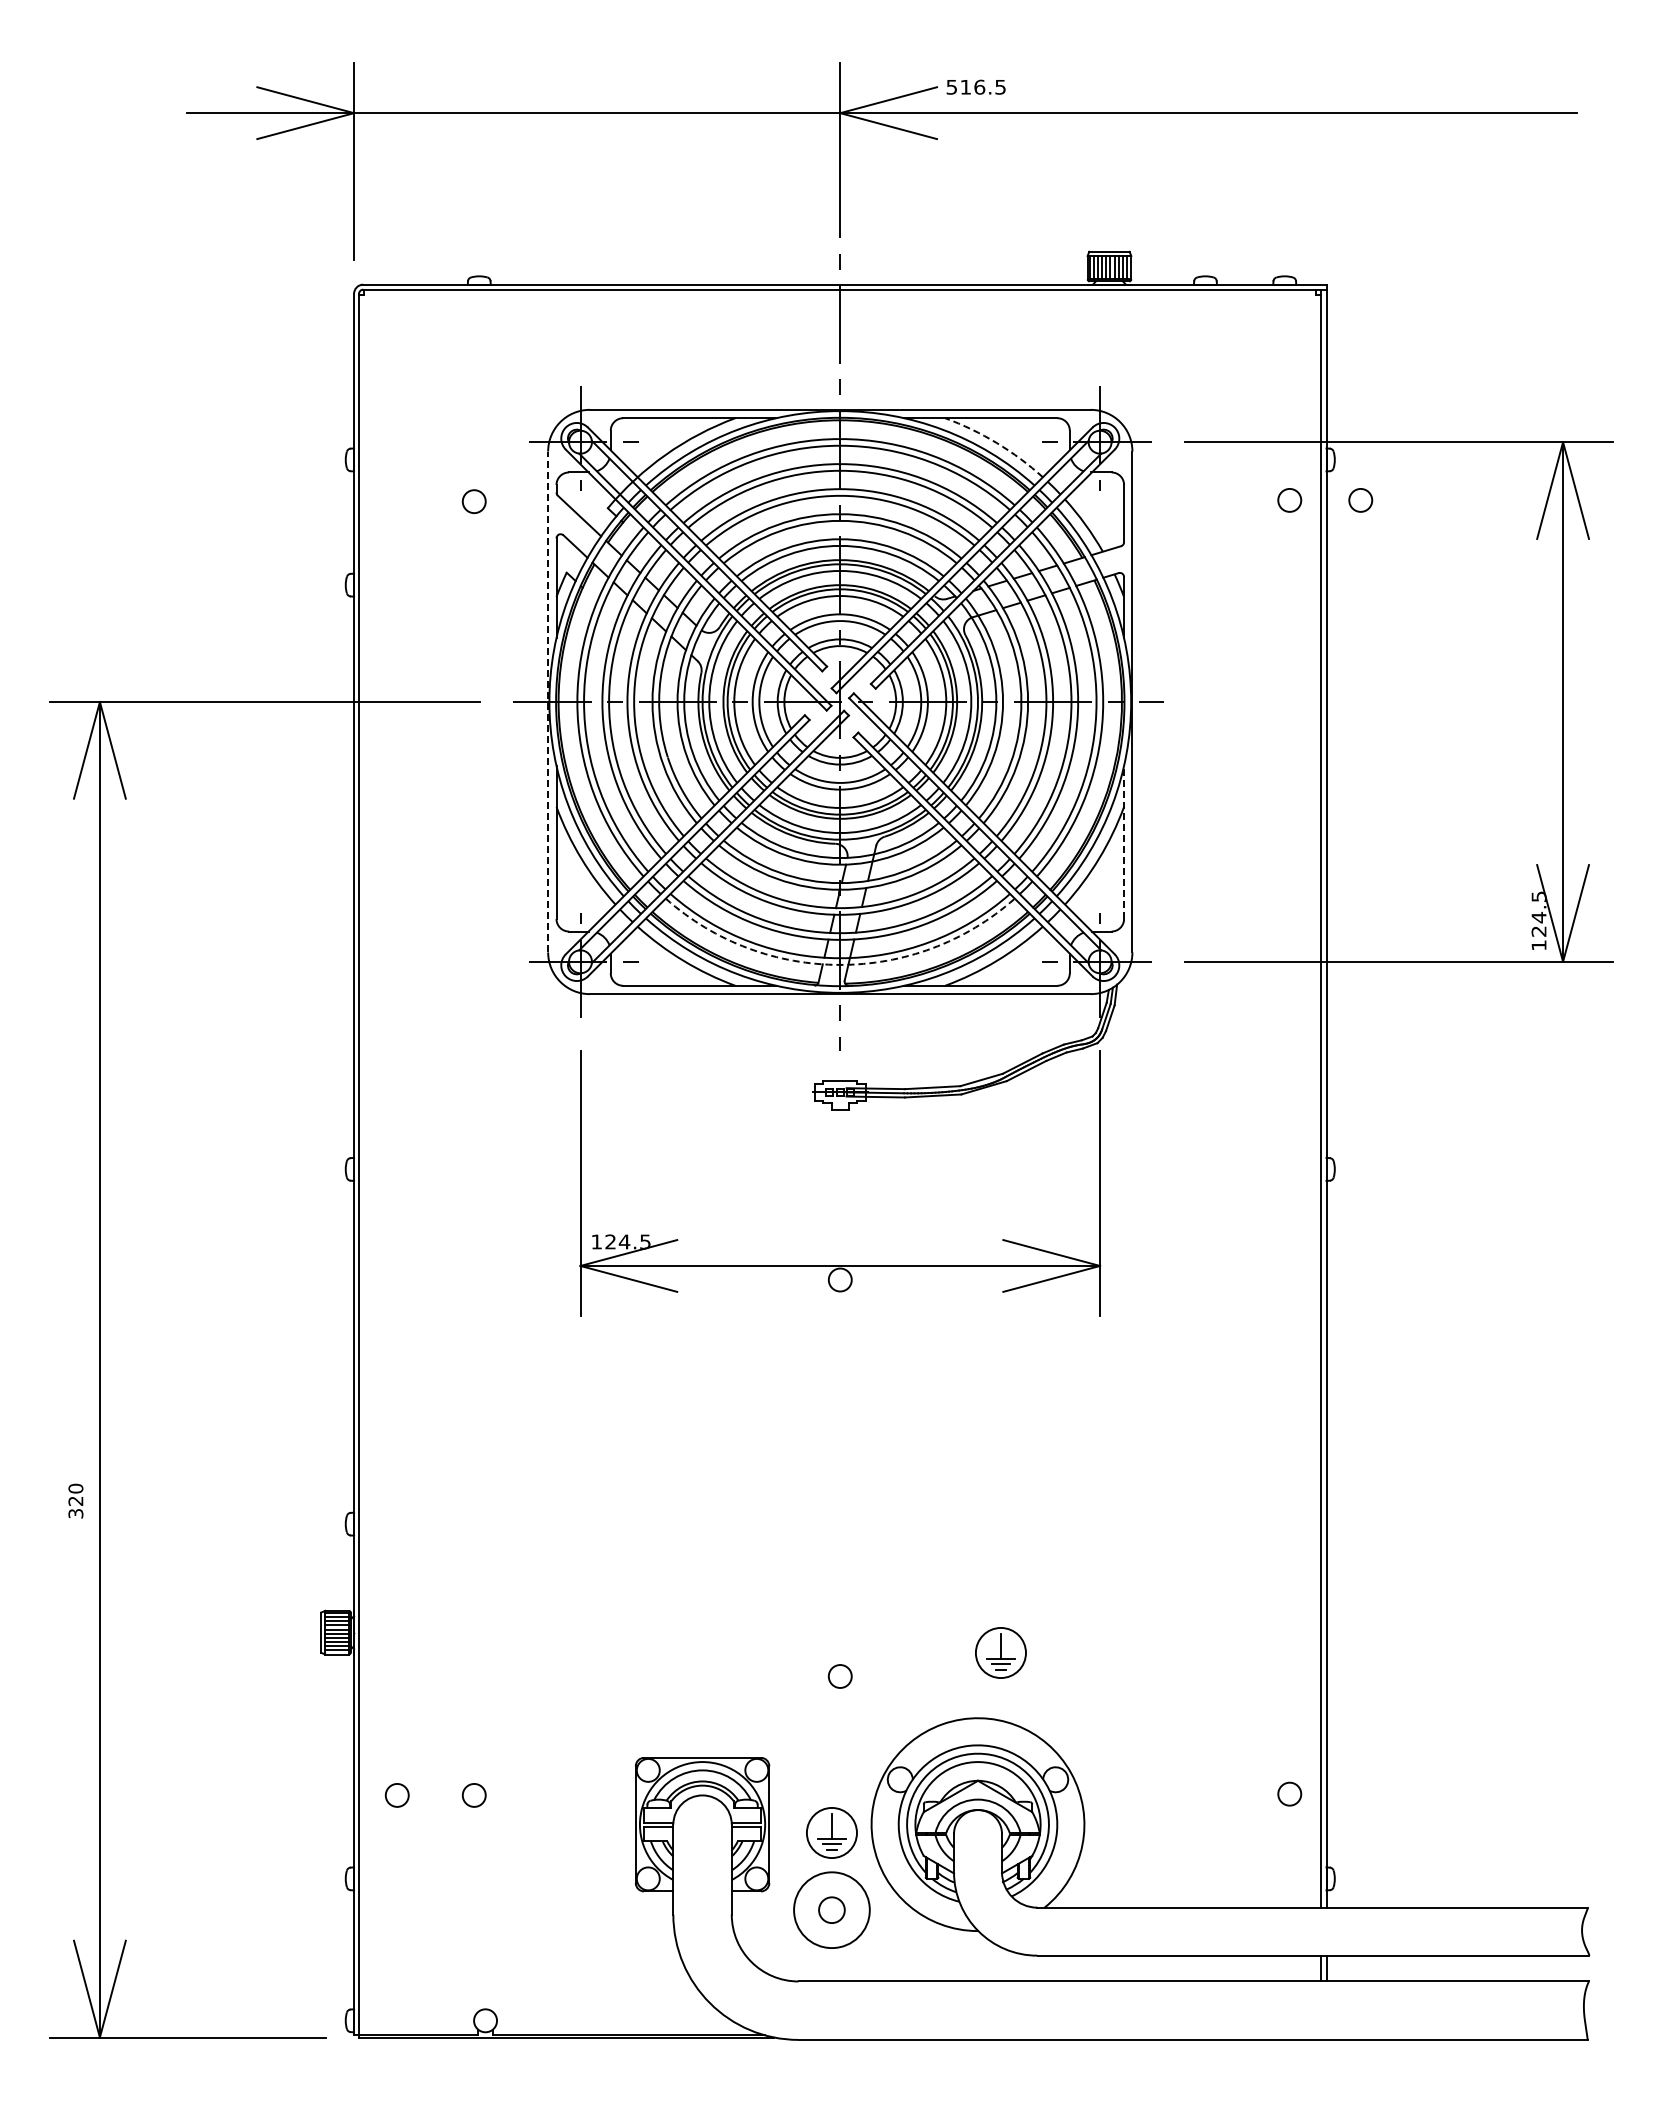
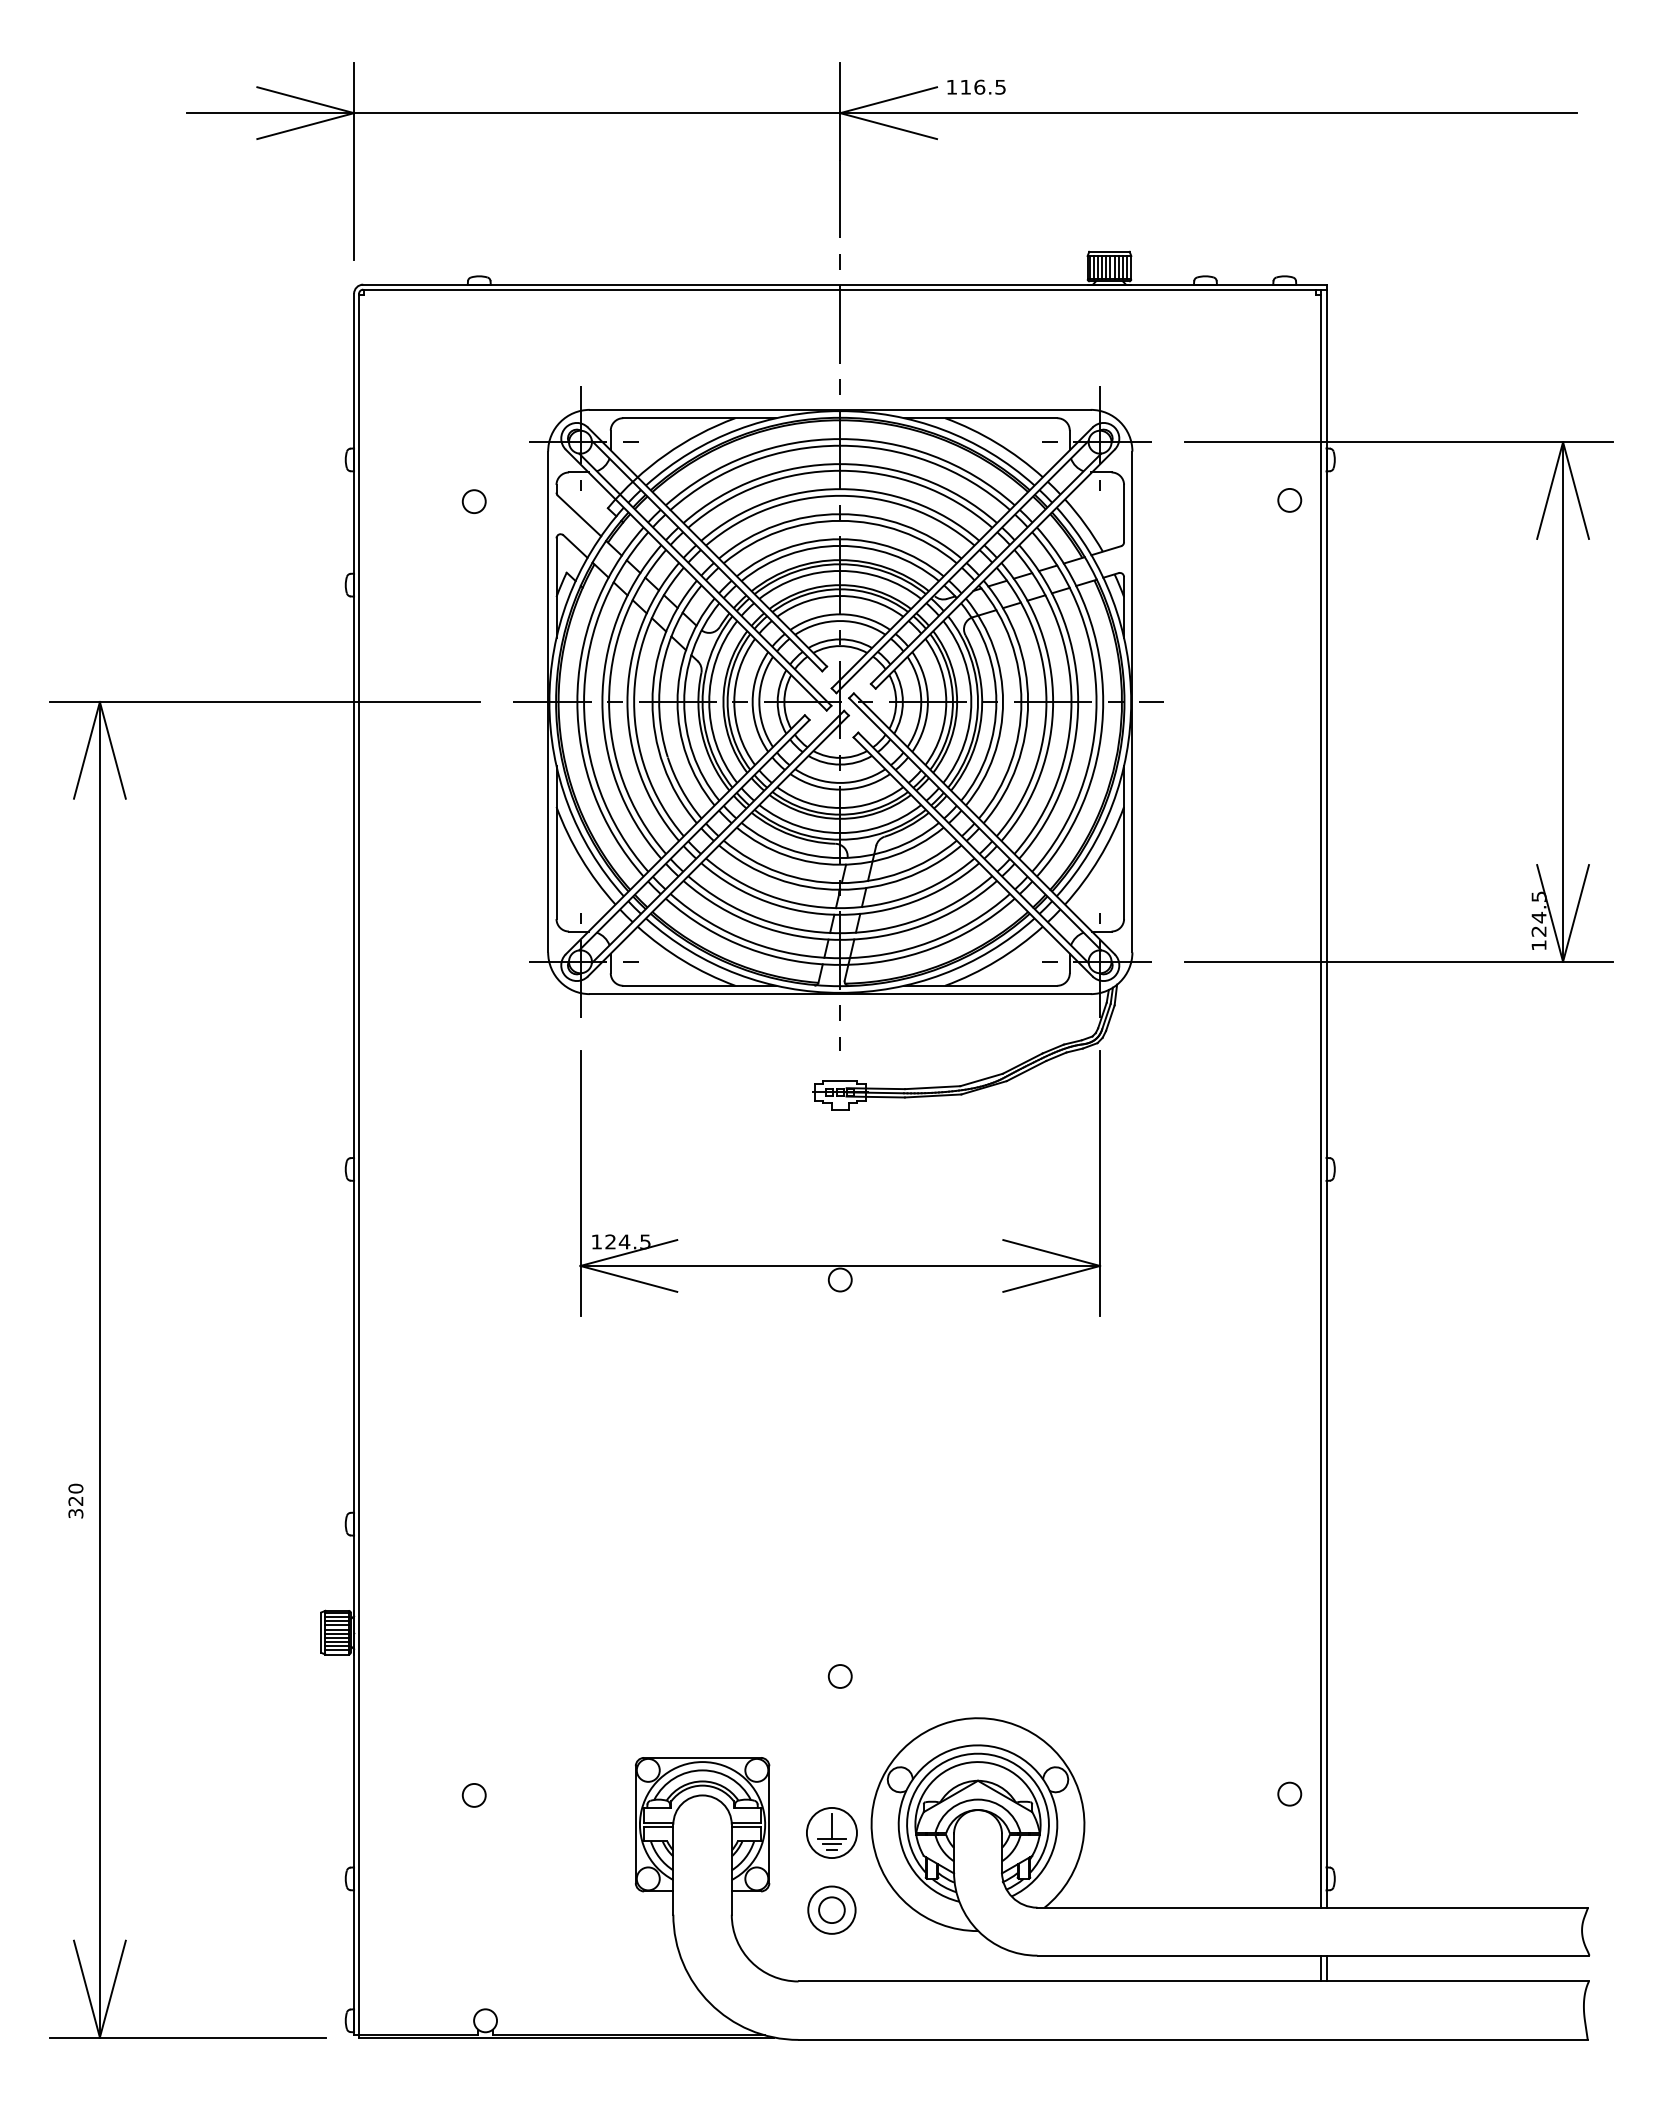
text at (951, 87): 516.5 -> 116.5
arc at (996, 443): dashed -> solid
circle at (1360, 500): present -> none
line at (548, 701): dashed -> solid
line at (1124, 842): dashed -> solid
arc at (840, 964): dashed -> solid
part at (1000, 1652): present -> none
circle at (396, 1795): present -> none
circle at (831, 1910) diameter: 76 px -> 47 px
